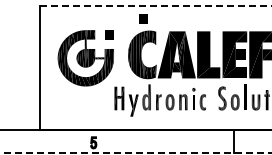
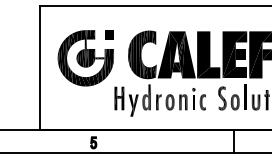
line at (155, 6): dashed -> solid
part at (143, 18): present -> none
line at (135, 153): dashed -> solid
